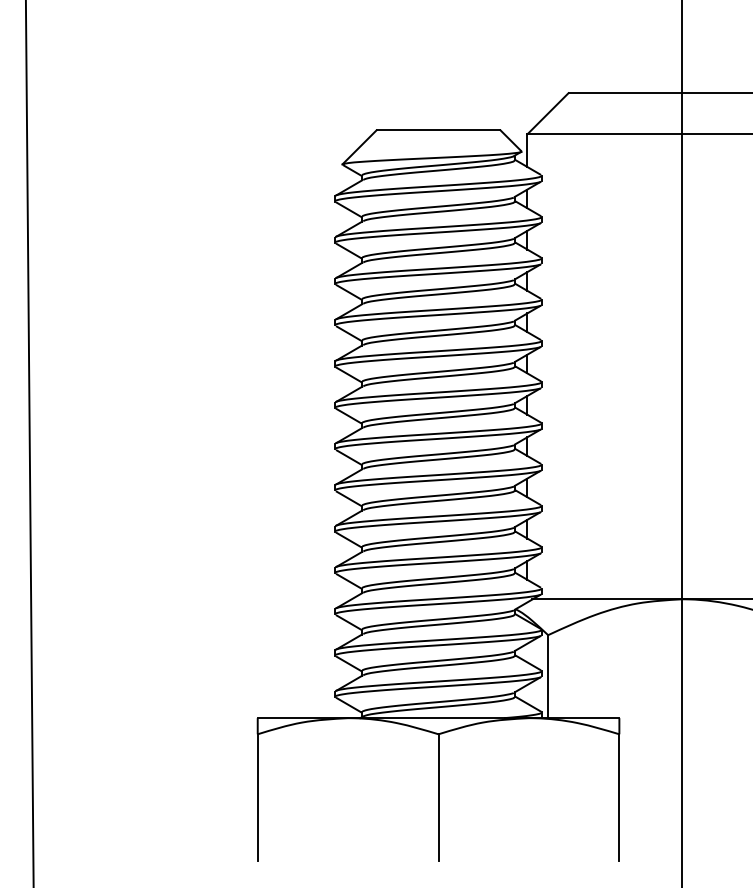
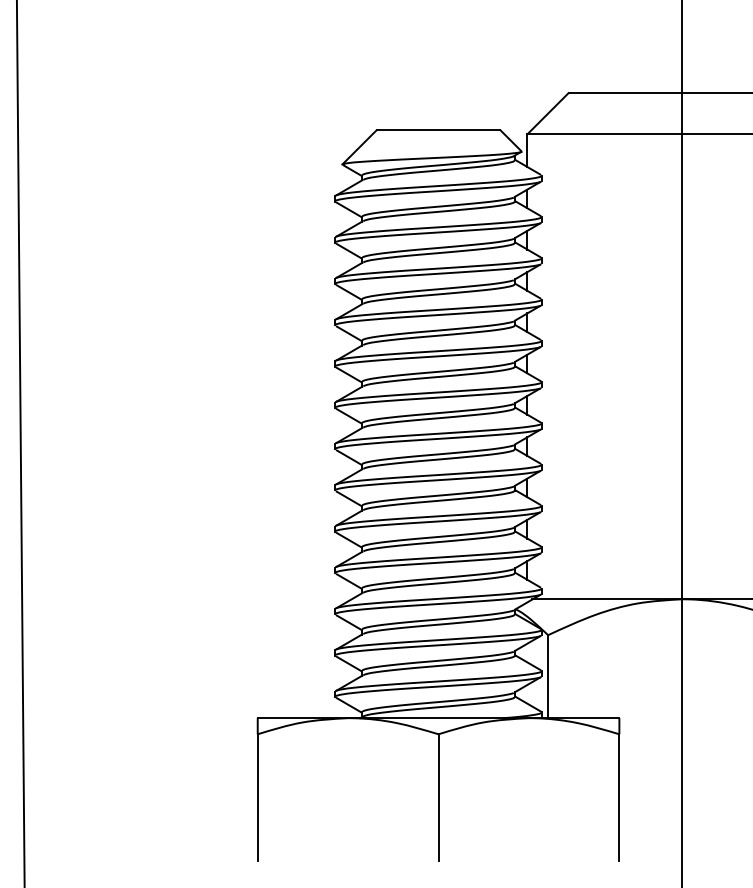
line at (29, 443) position: (29, 443) -> (20, 443)
